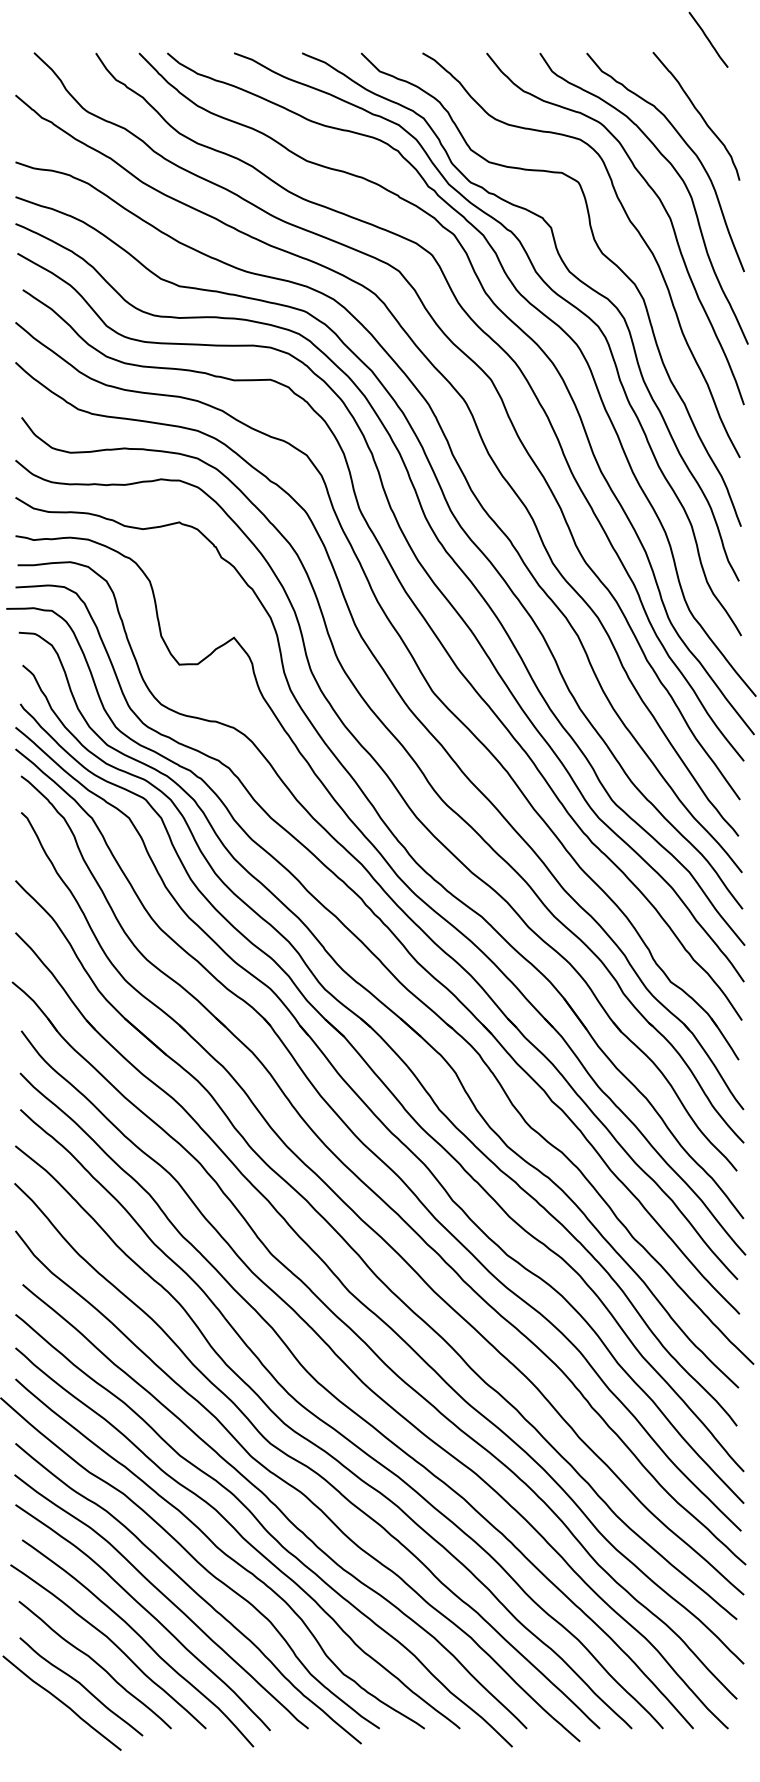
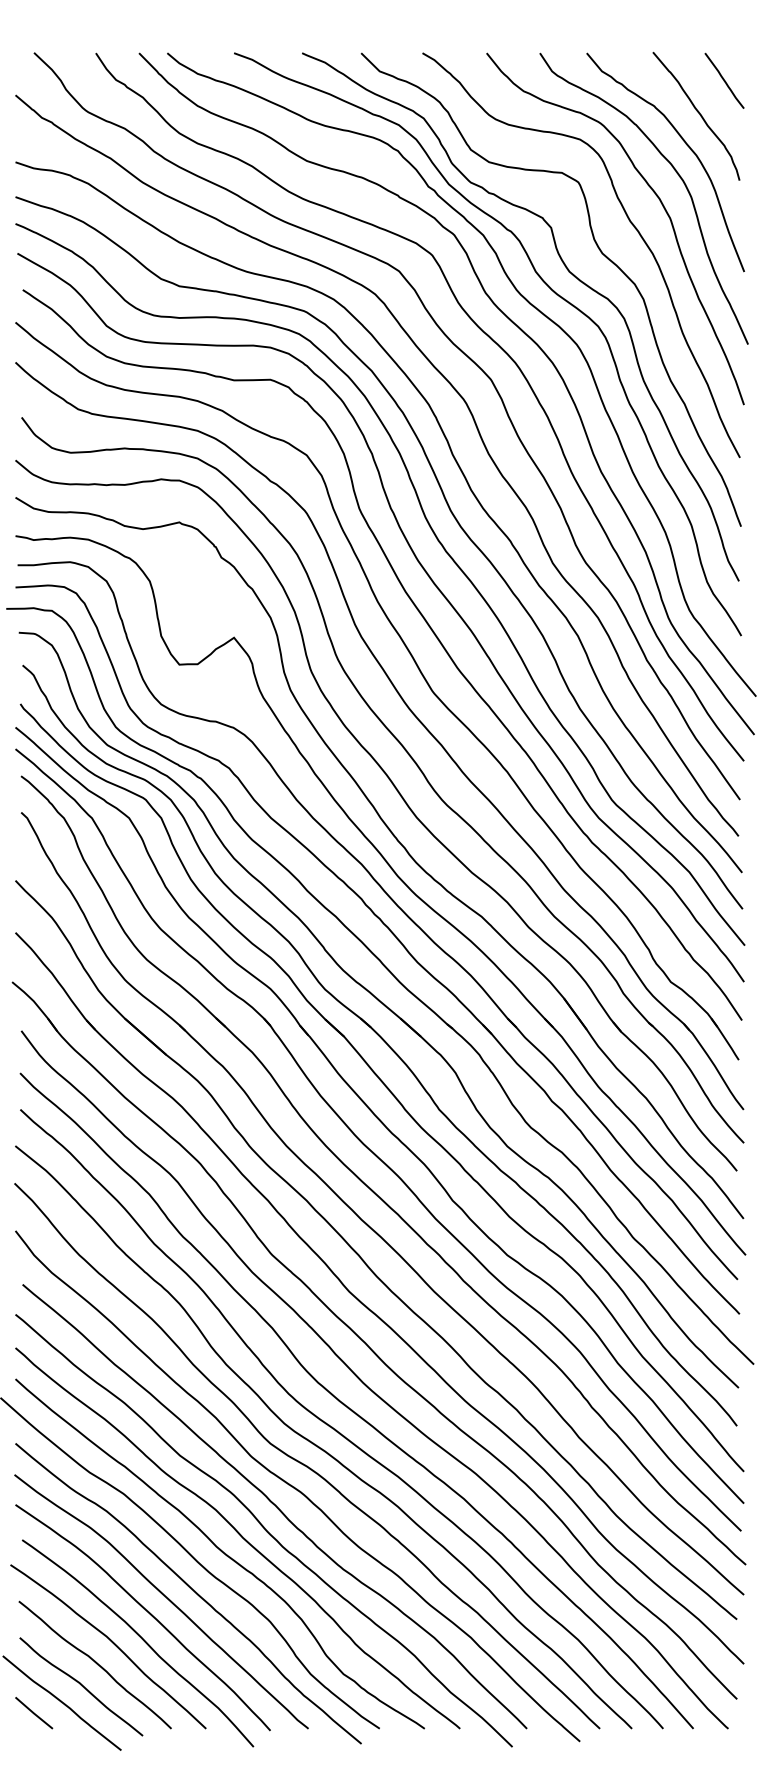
line at (708, 39) position: (708, 39) -> (724, 80)
line at (34, 1713): none -> present
